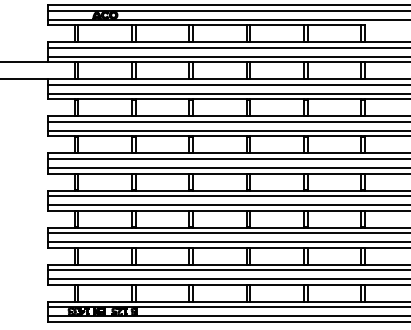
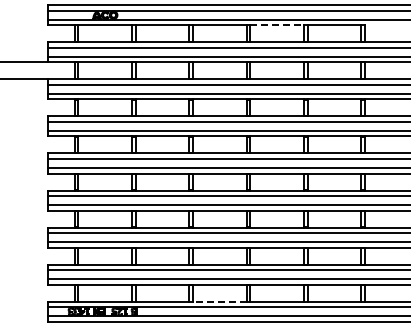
line at (277, 25): solid -> dashed
line at (219, 301): solid -> dashed
